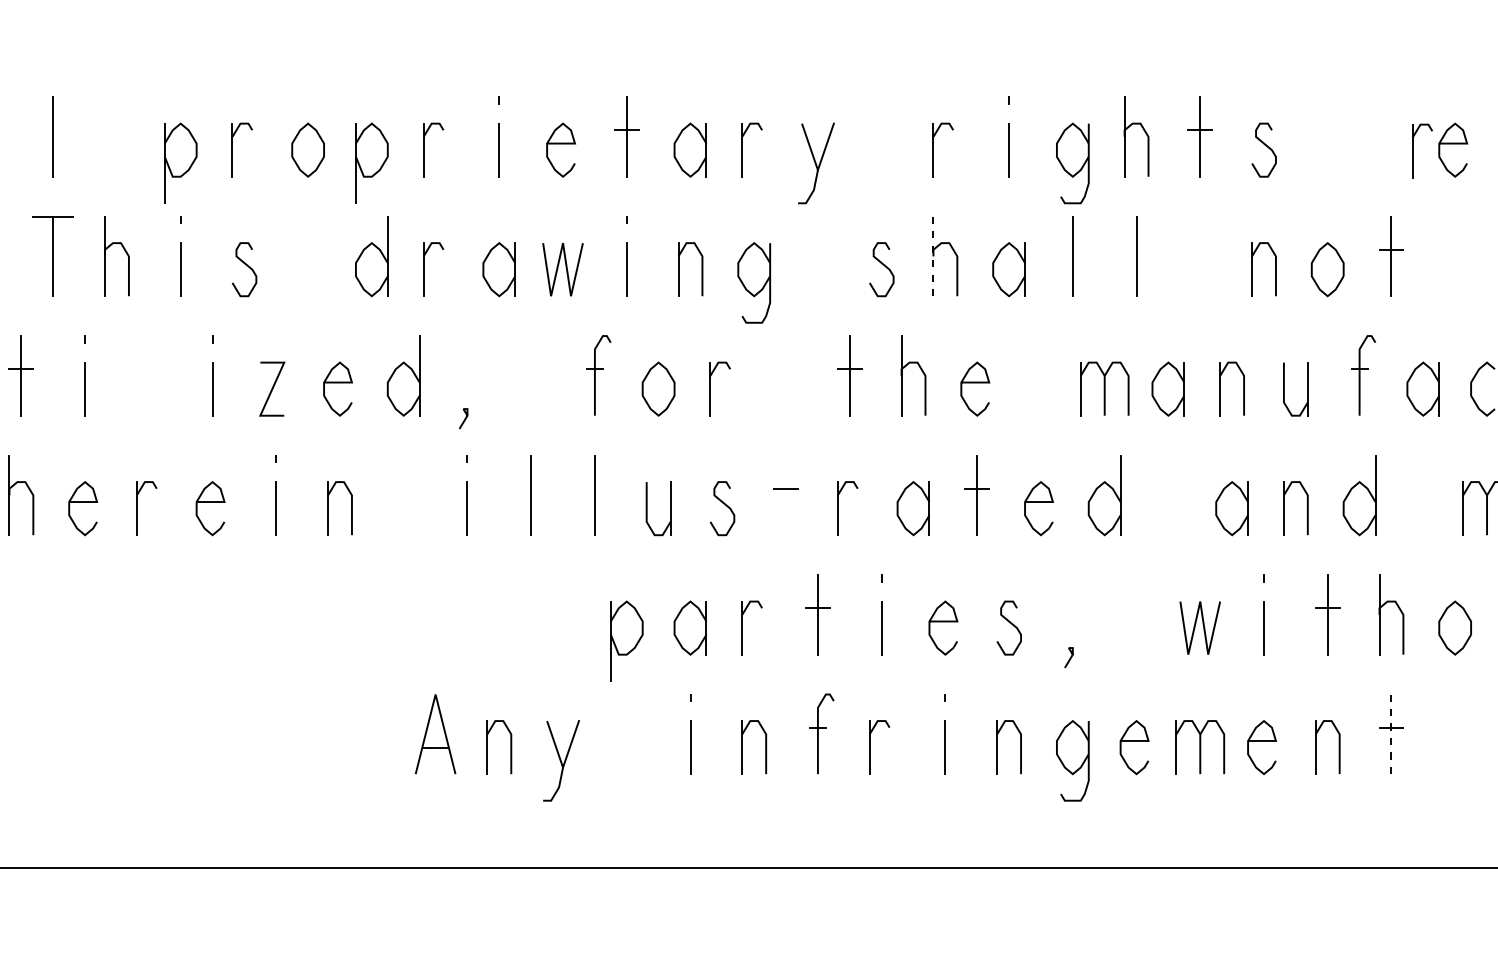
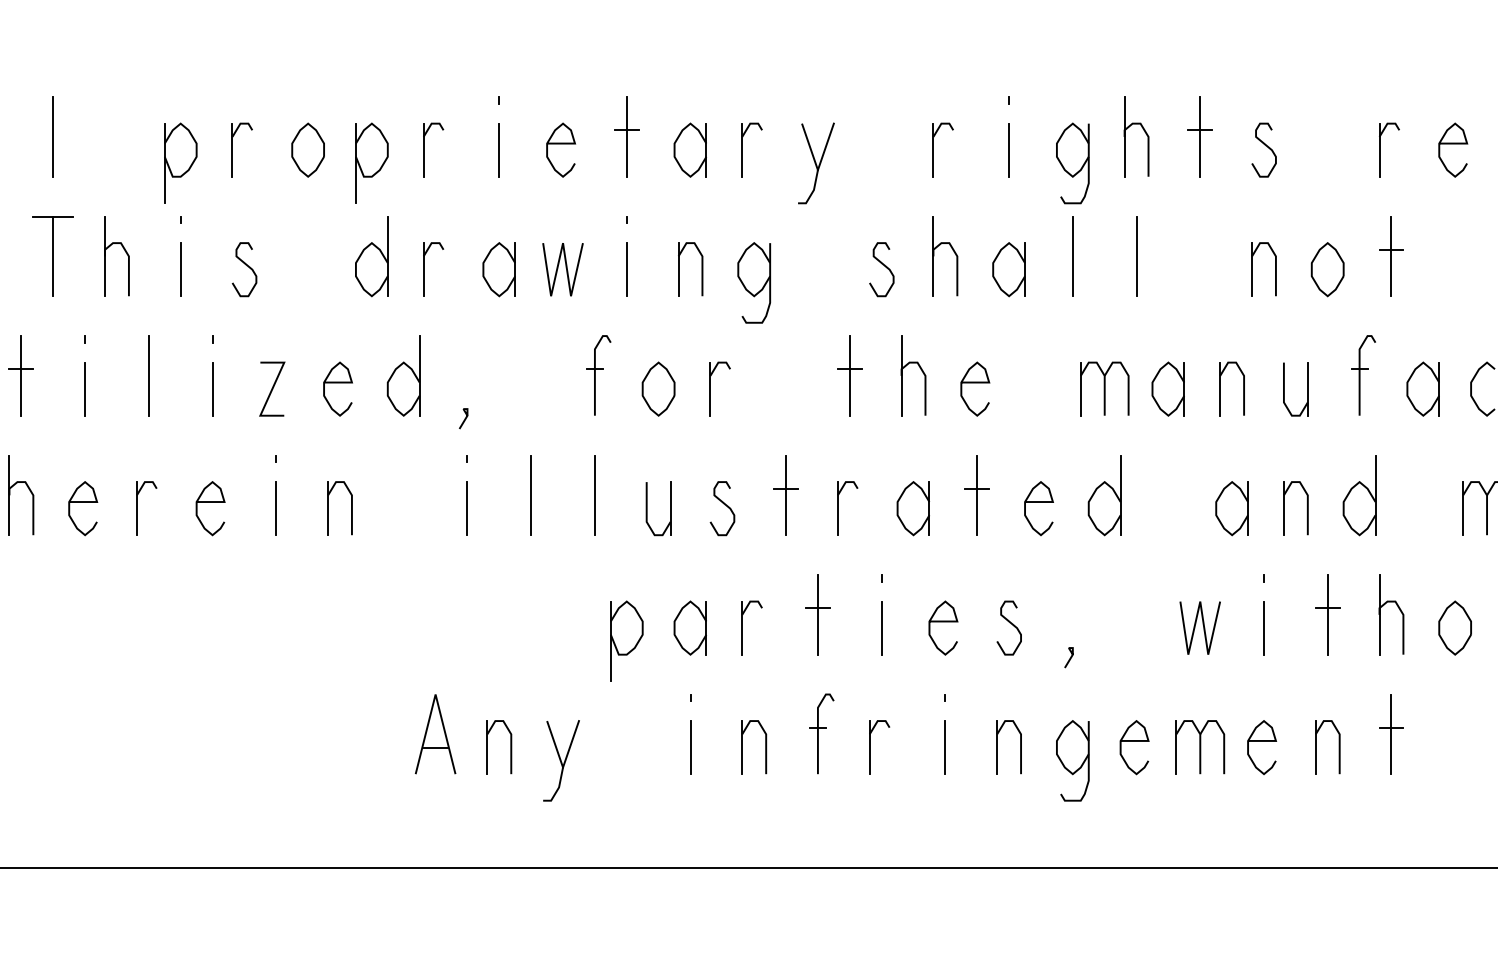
part at (1413, 150) position: (1413, 150) -> (1380, 149)
line at (933, 256): dashed -> solid
line at (148, 375): none -> present
line at (786, 495): none -> present
line at (1391, 734): dashed -> solid
